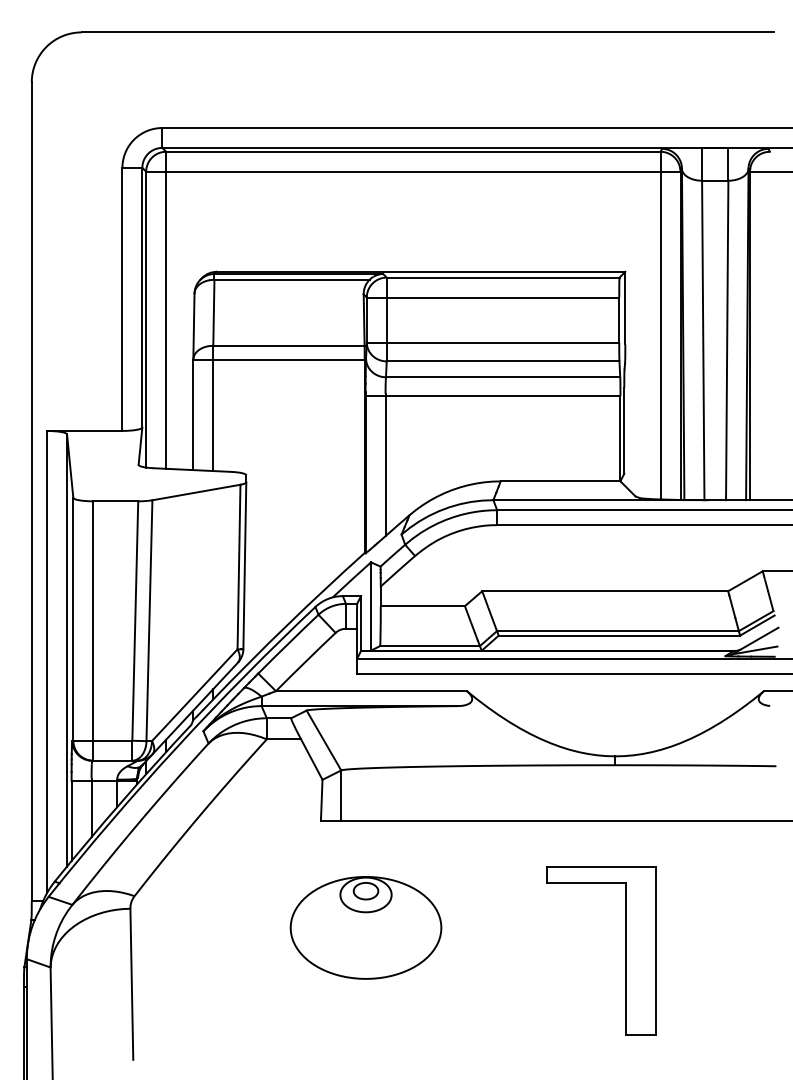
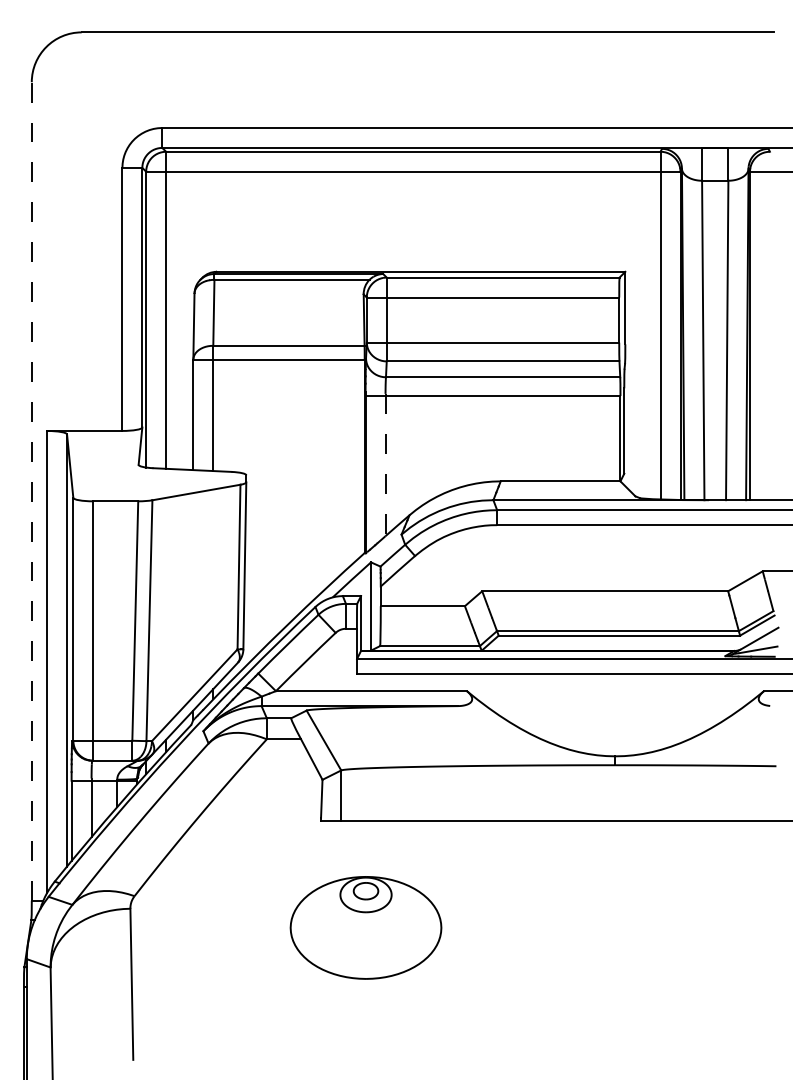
line at (385, 465): solid -> dashed
line at (31, 491): solid -> dashed
part at (625, 950): present -> none
